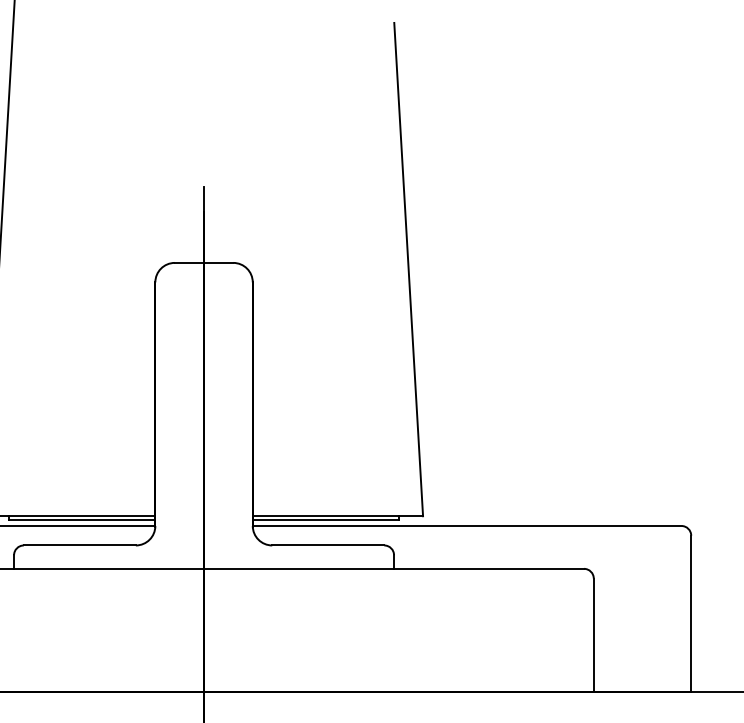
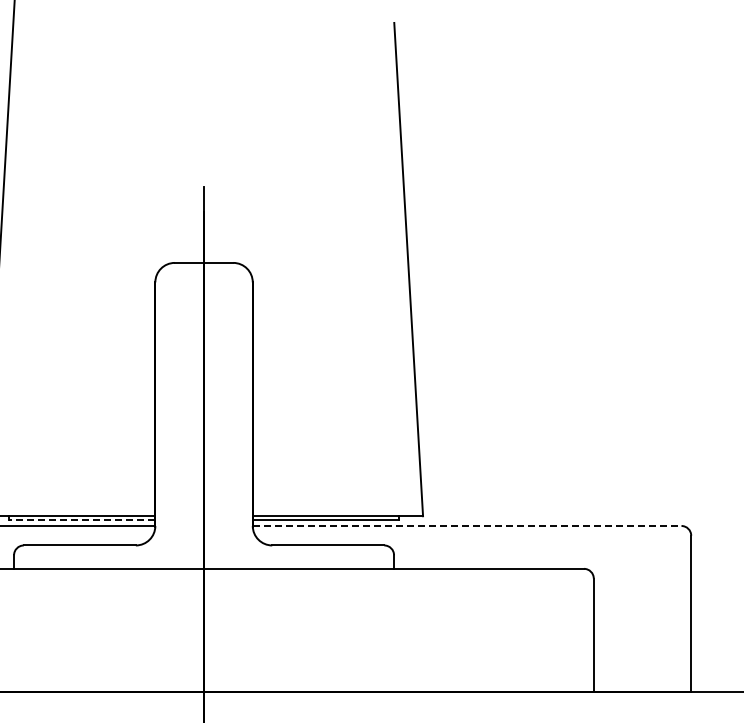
line at (81, 520): solid -> dashed
line at (467, 525): solid -> dashed
